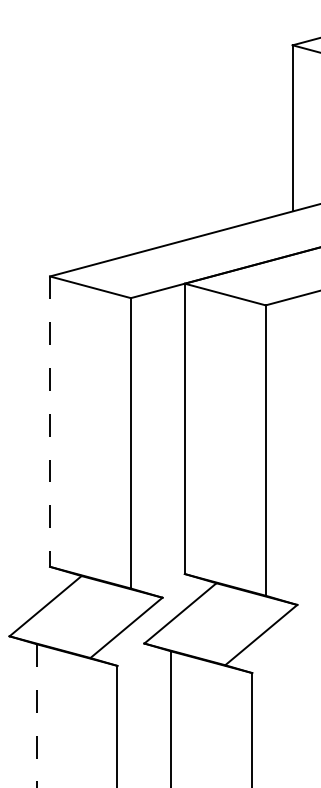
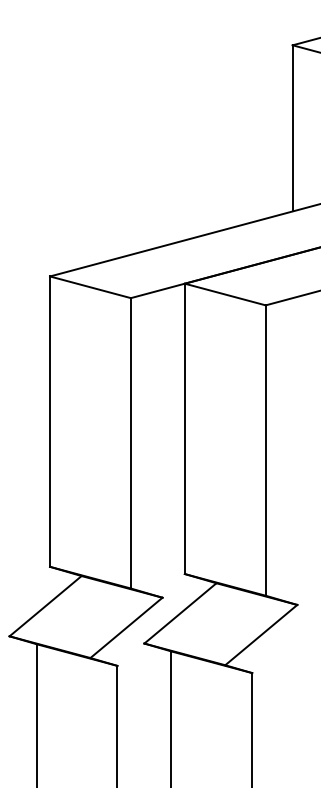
line at (50, 422): dashed -> solid
line at (36, 716): dashed -> solid
